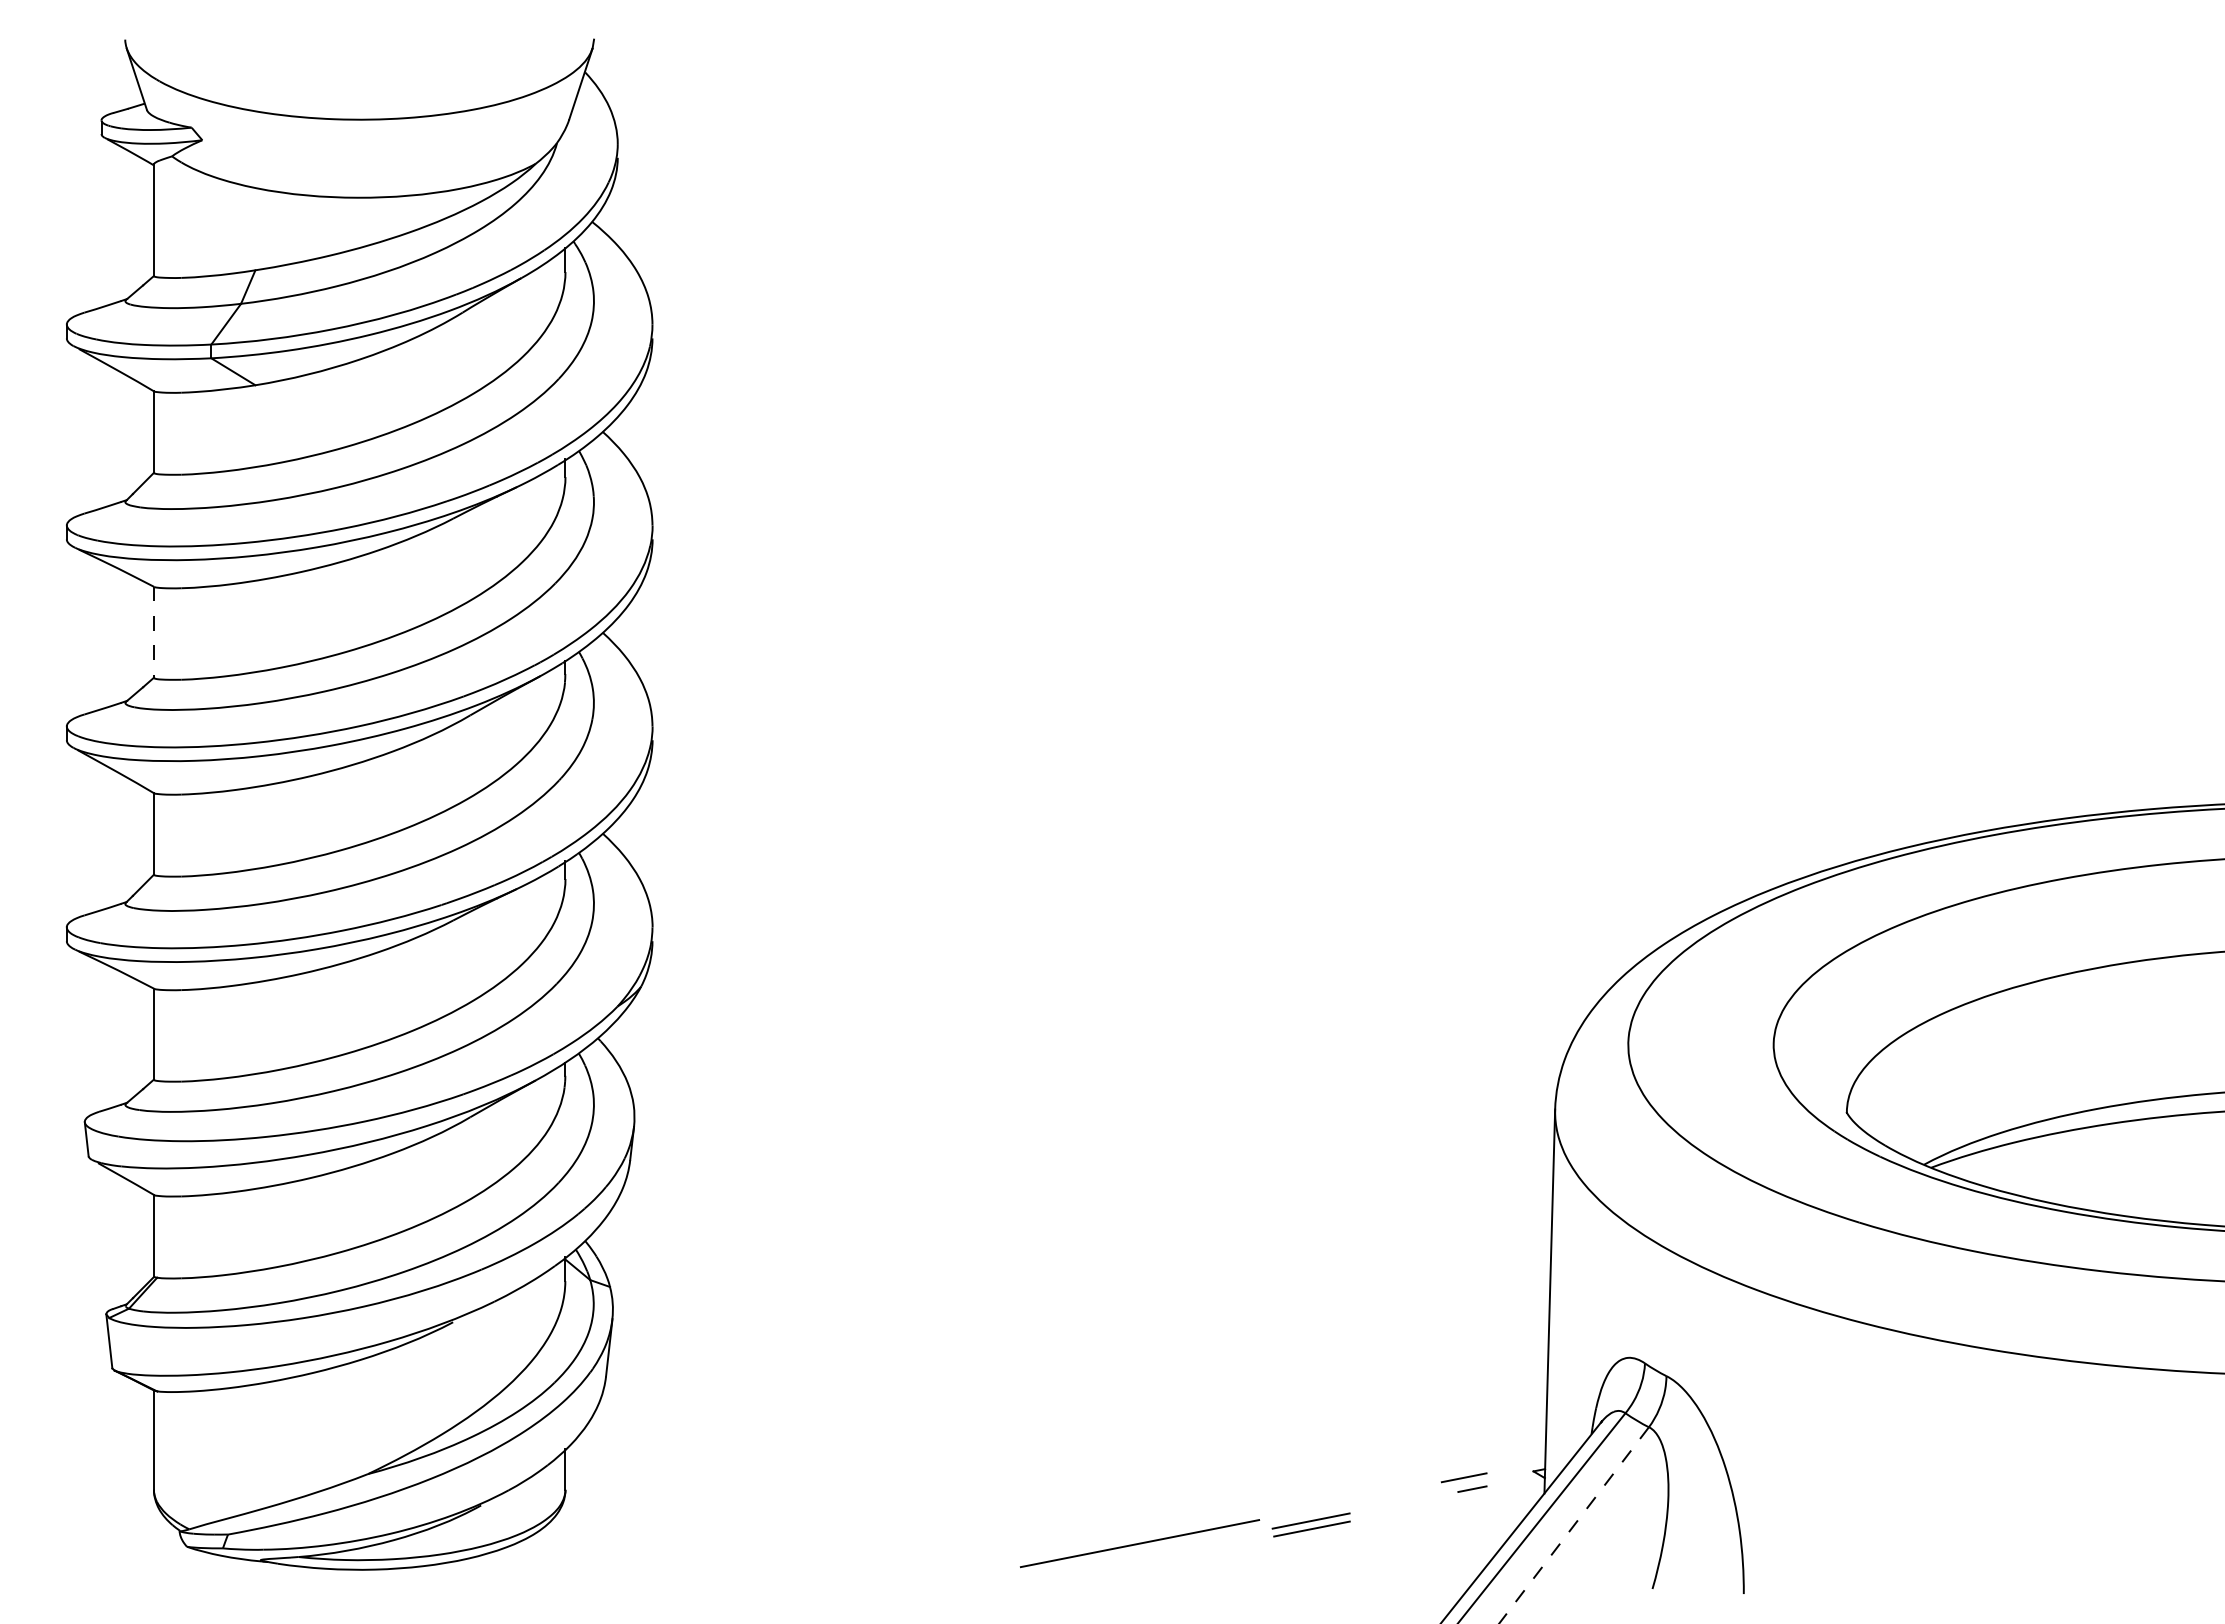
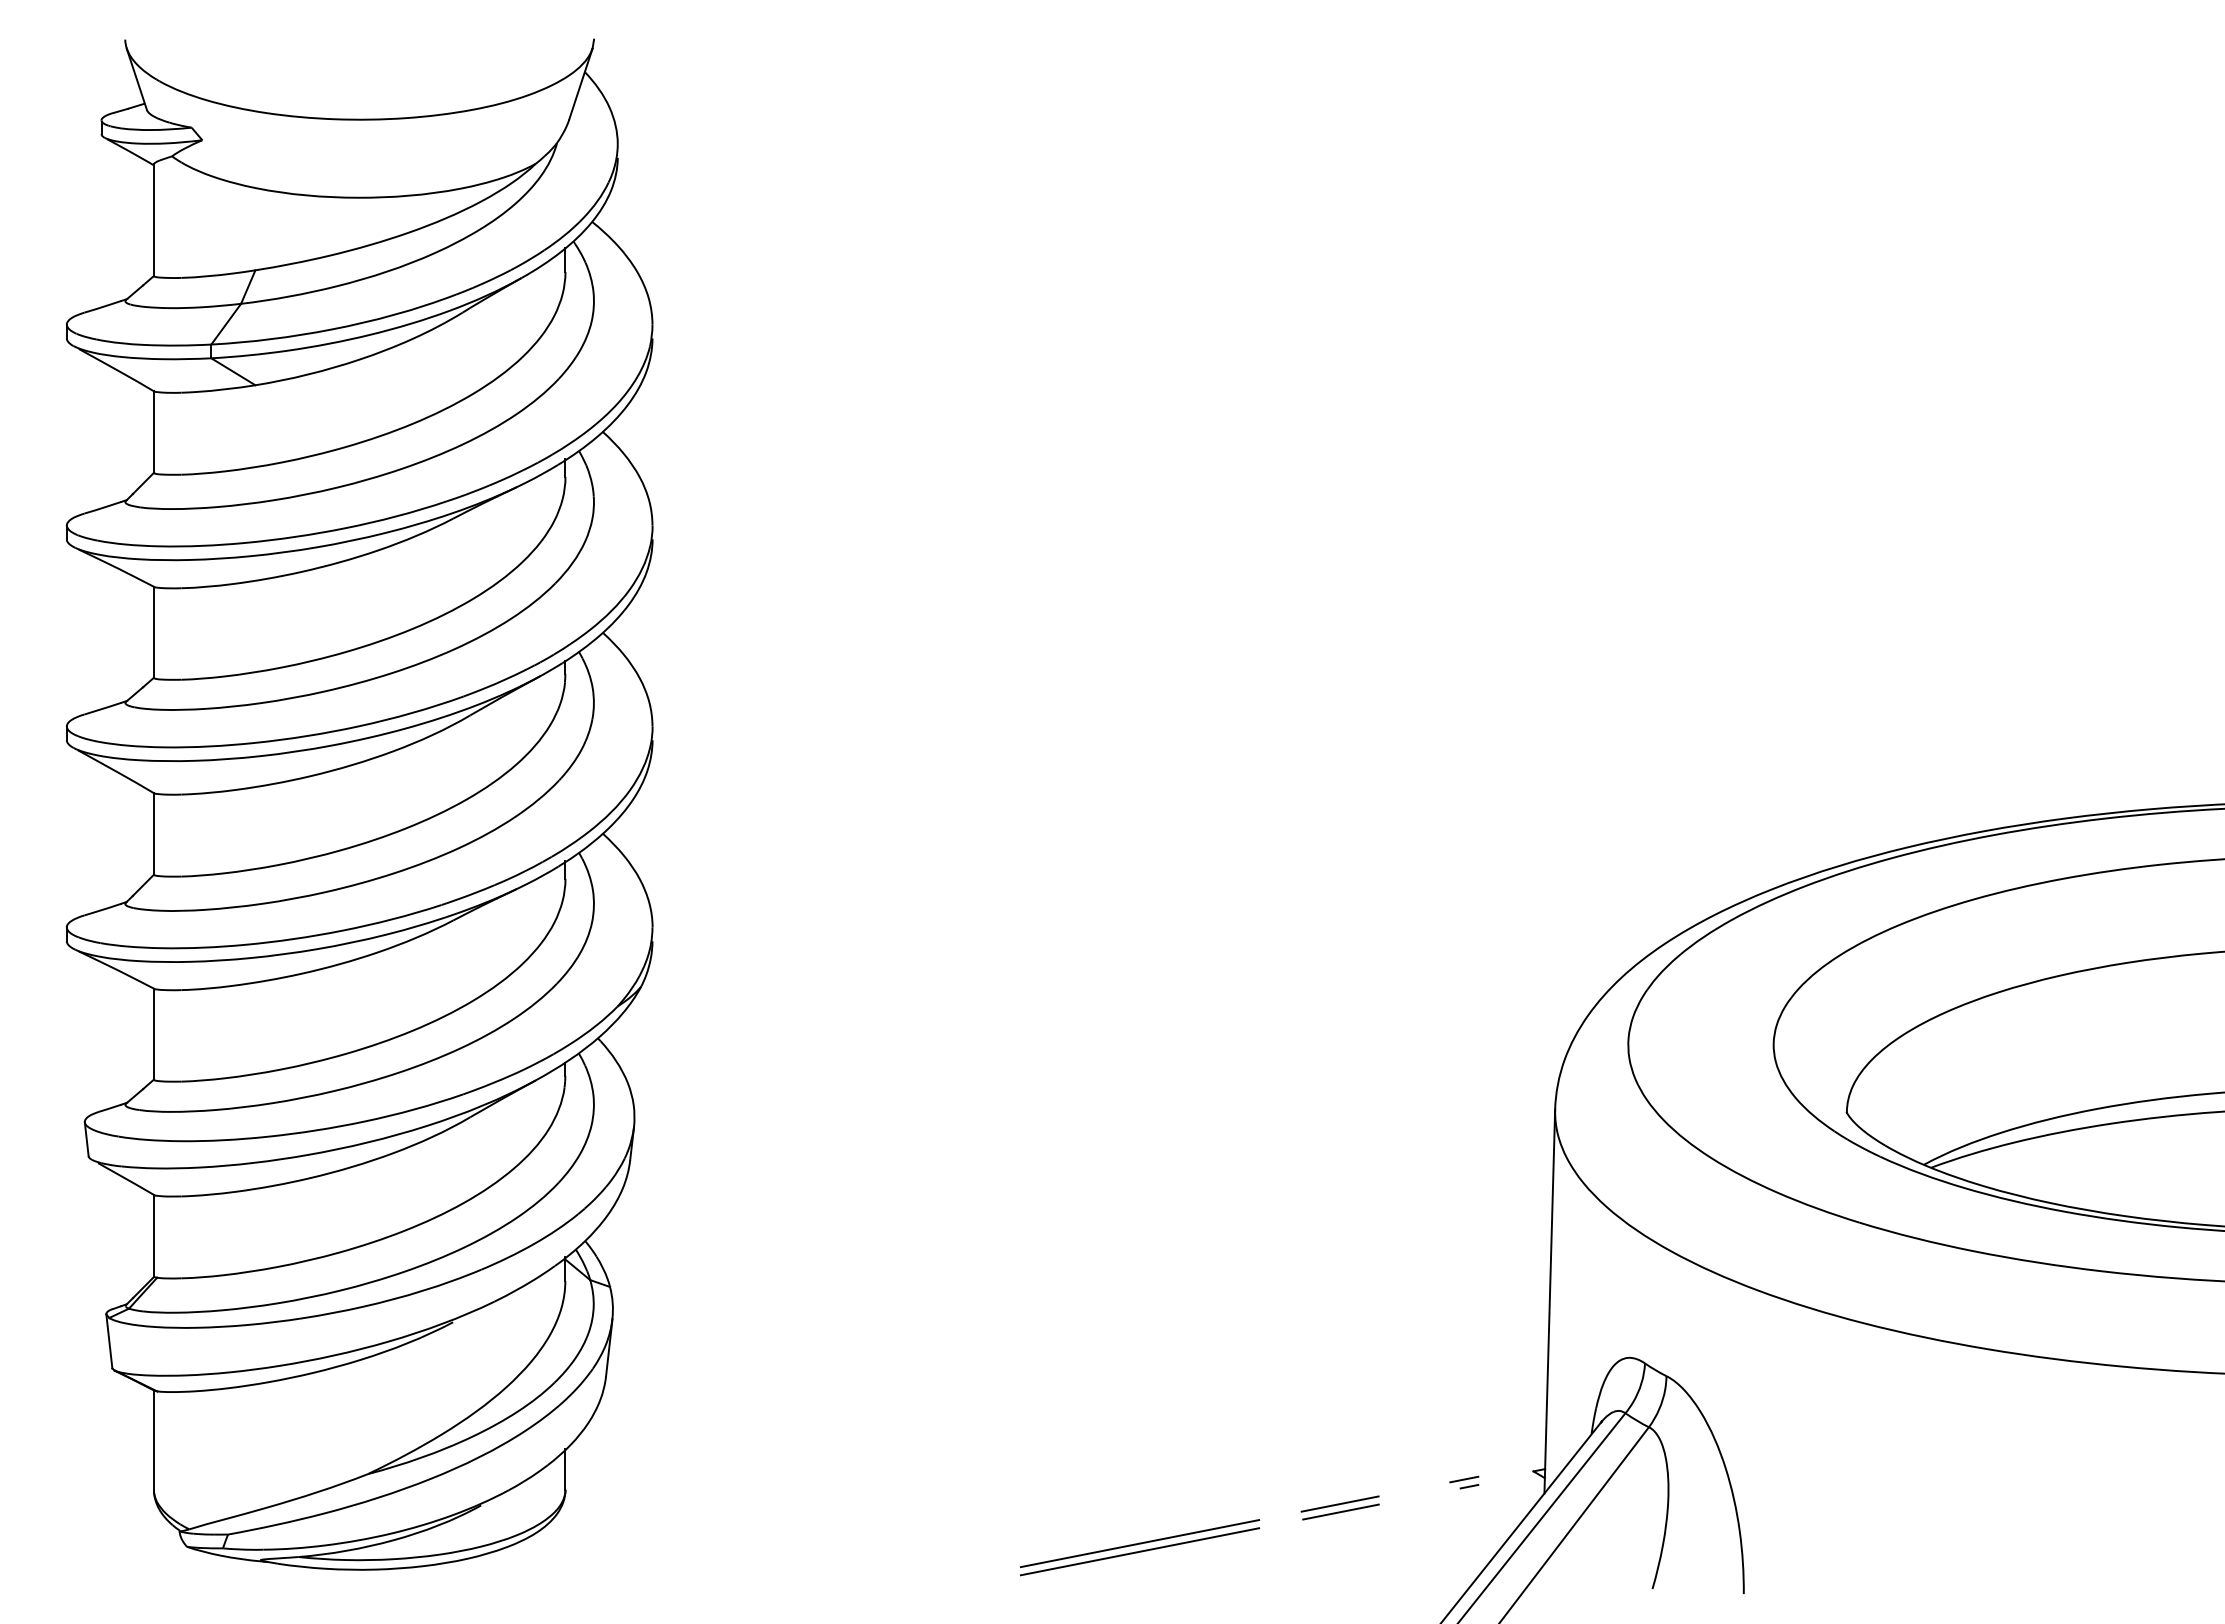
line at (153, 632): dashed -> solid
part at (1463, 1482) size: 48x21 px -> 31x15 px
part at (1310, 1524) position: (1310, 1524) -> (1339, 1507)
line at (1573, 1525): dashed -> solid
line at (1139, 1551): none -> present
